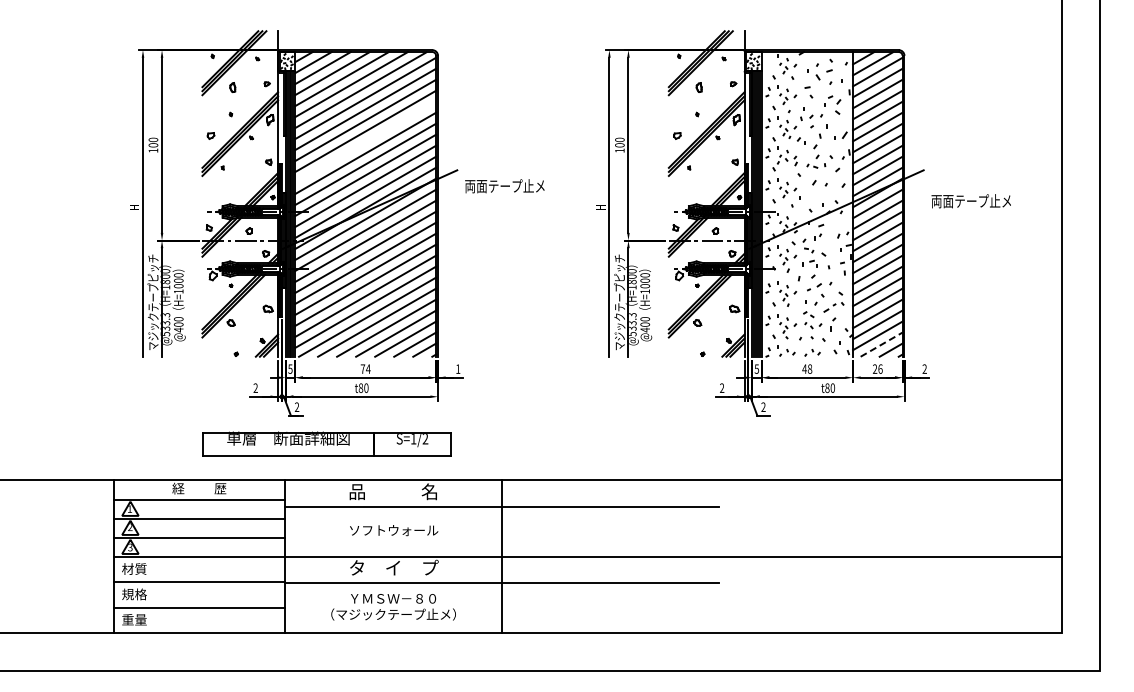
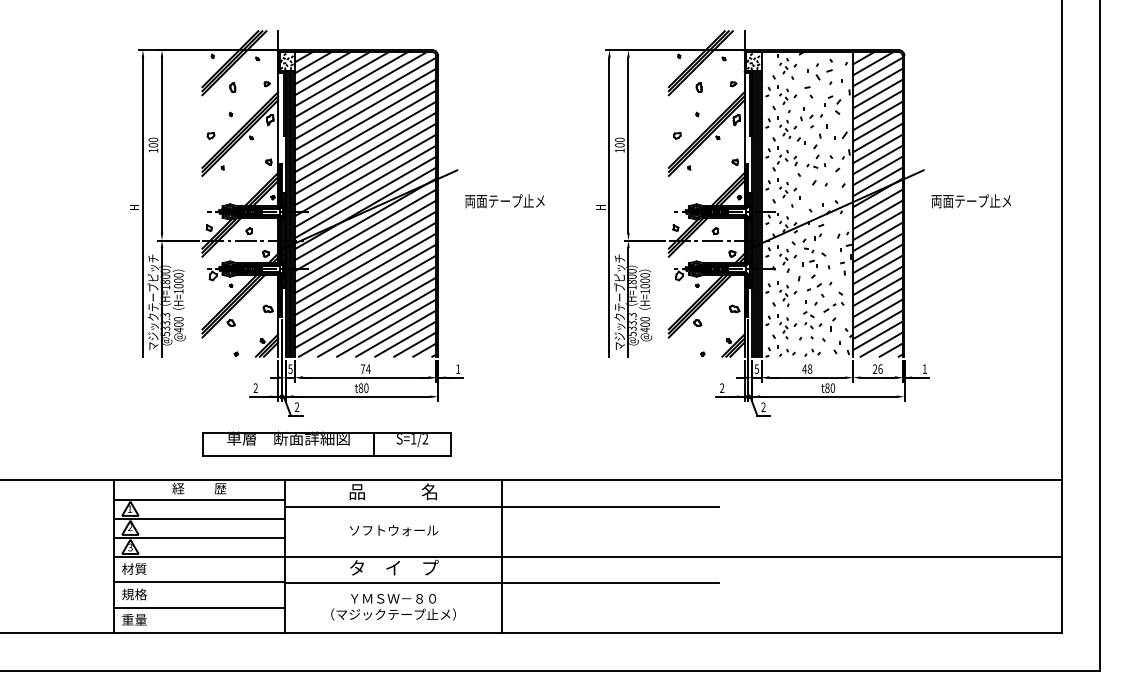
line at (365, 142): none -> present
text at (504, 186) position: (504, 186) -> (504, 201)
line at (882, 344): dashed -> solid
text at (924, 368): 2 -> 1
